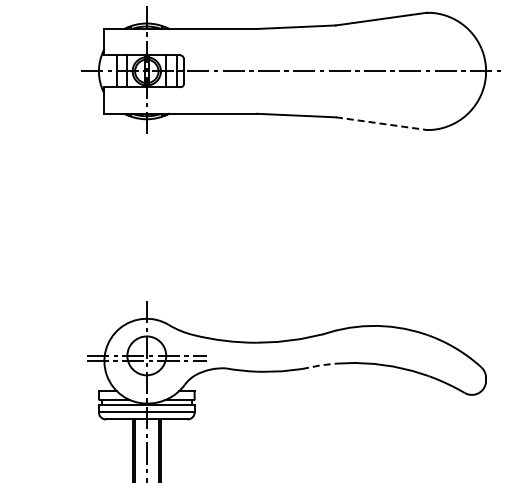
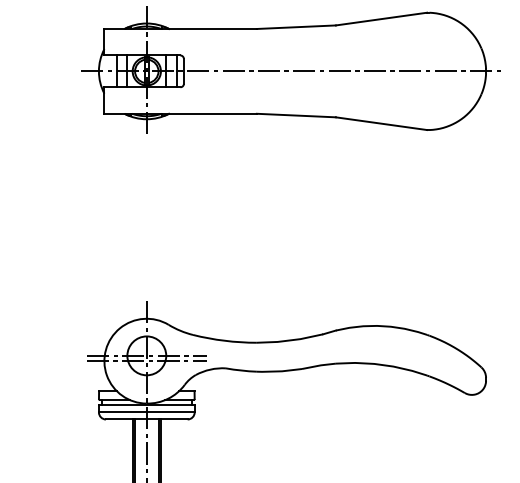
line at (382, 123): dashed -> solid
line at (319, 365): dashed -> solid
